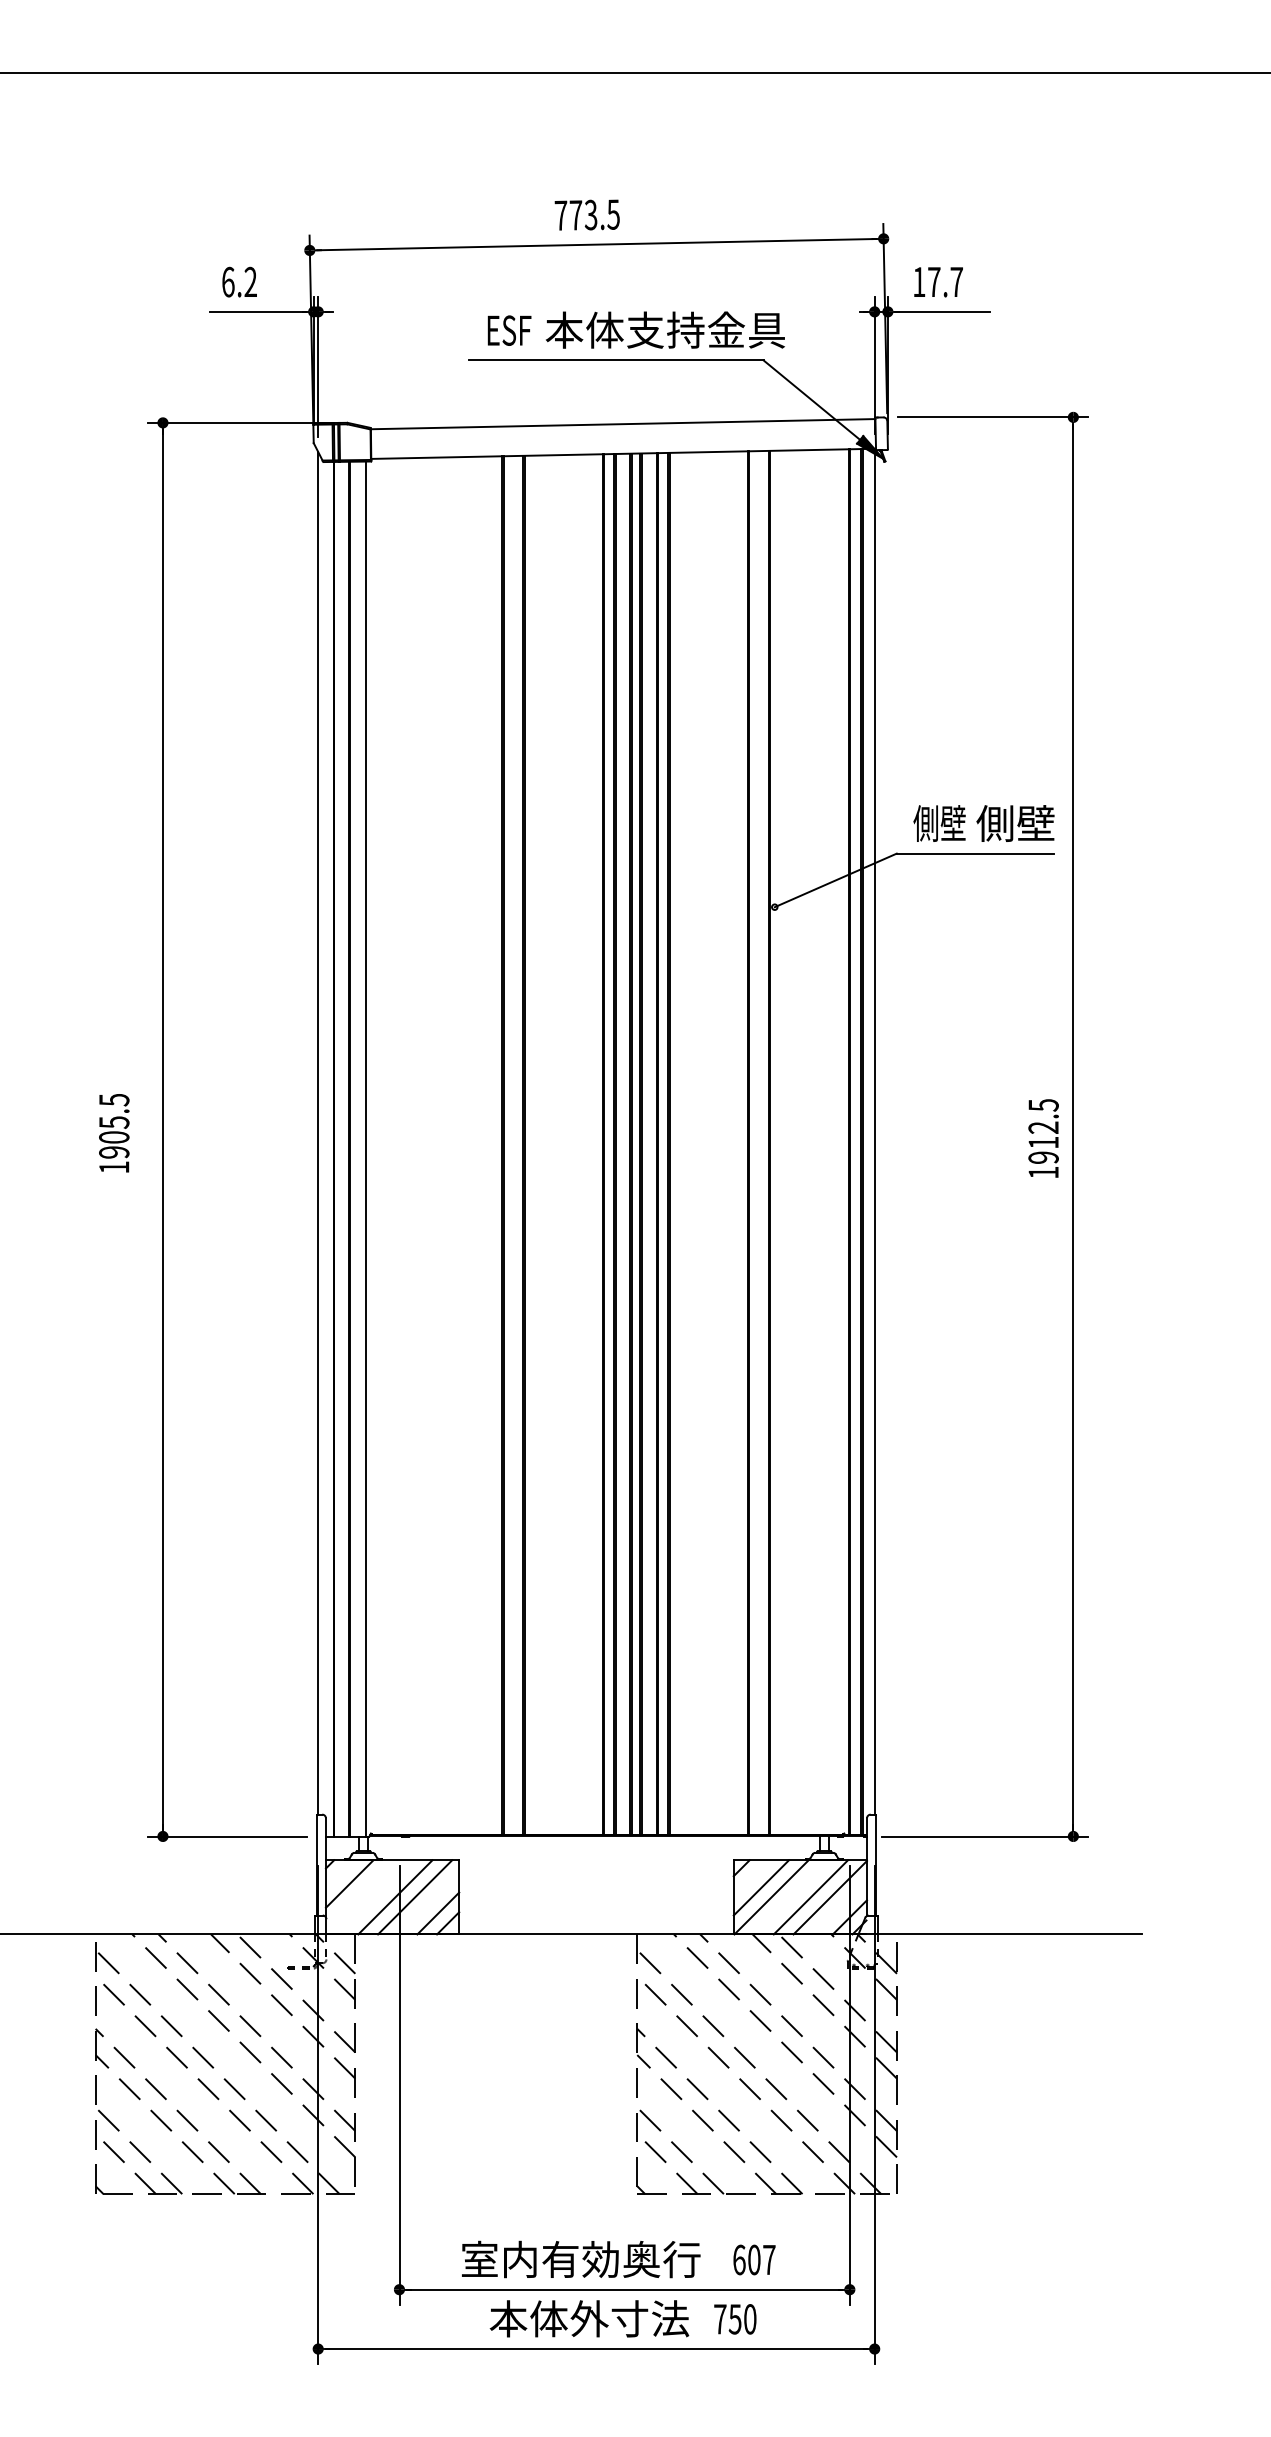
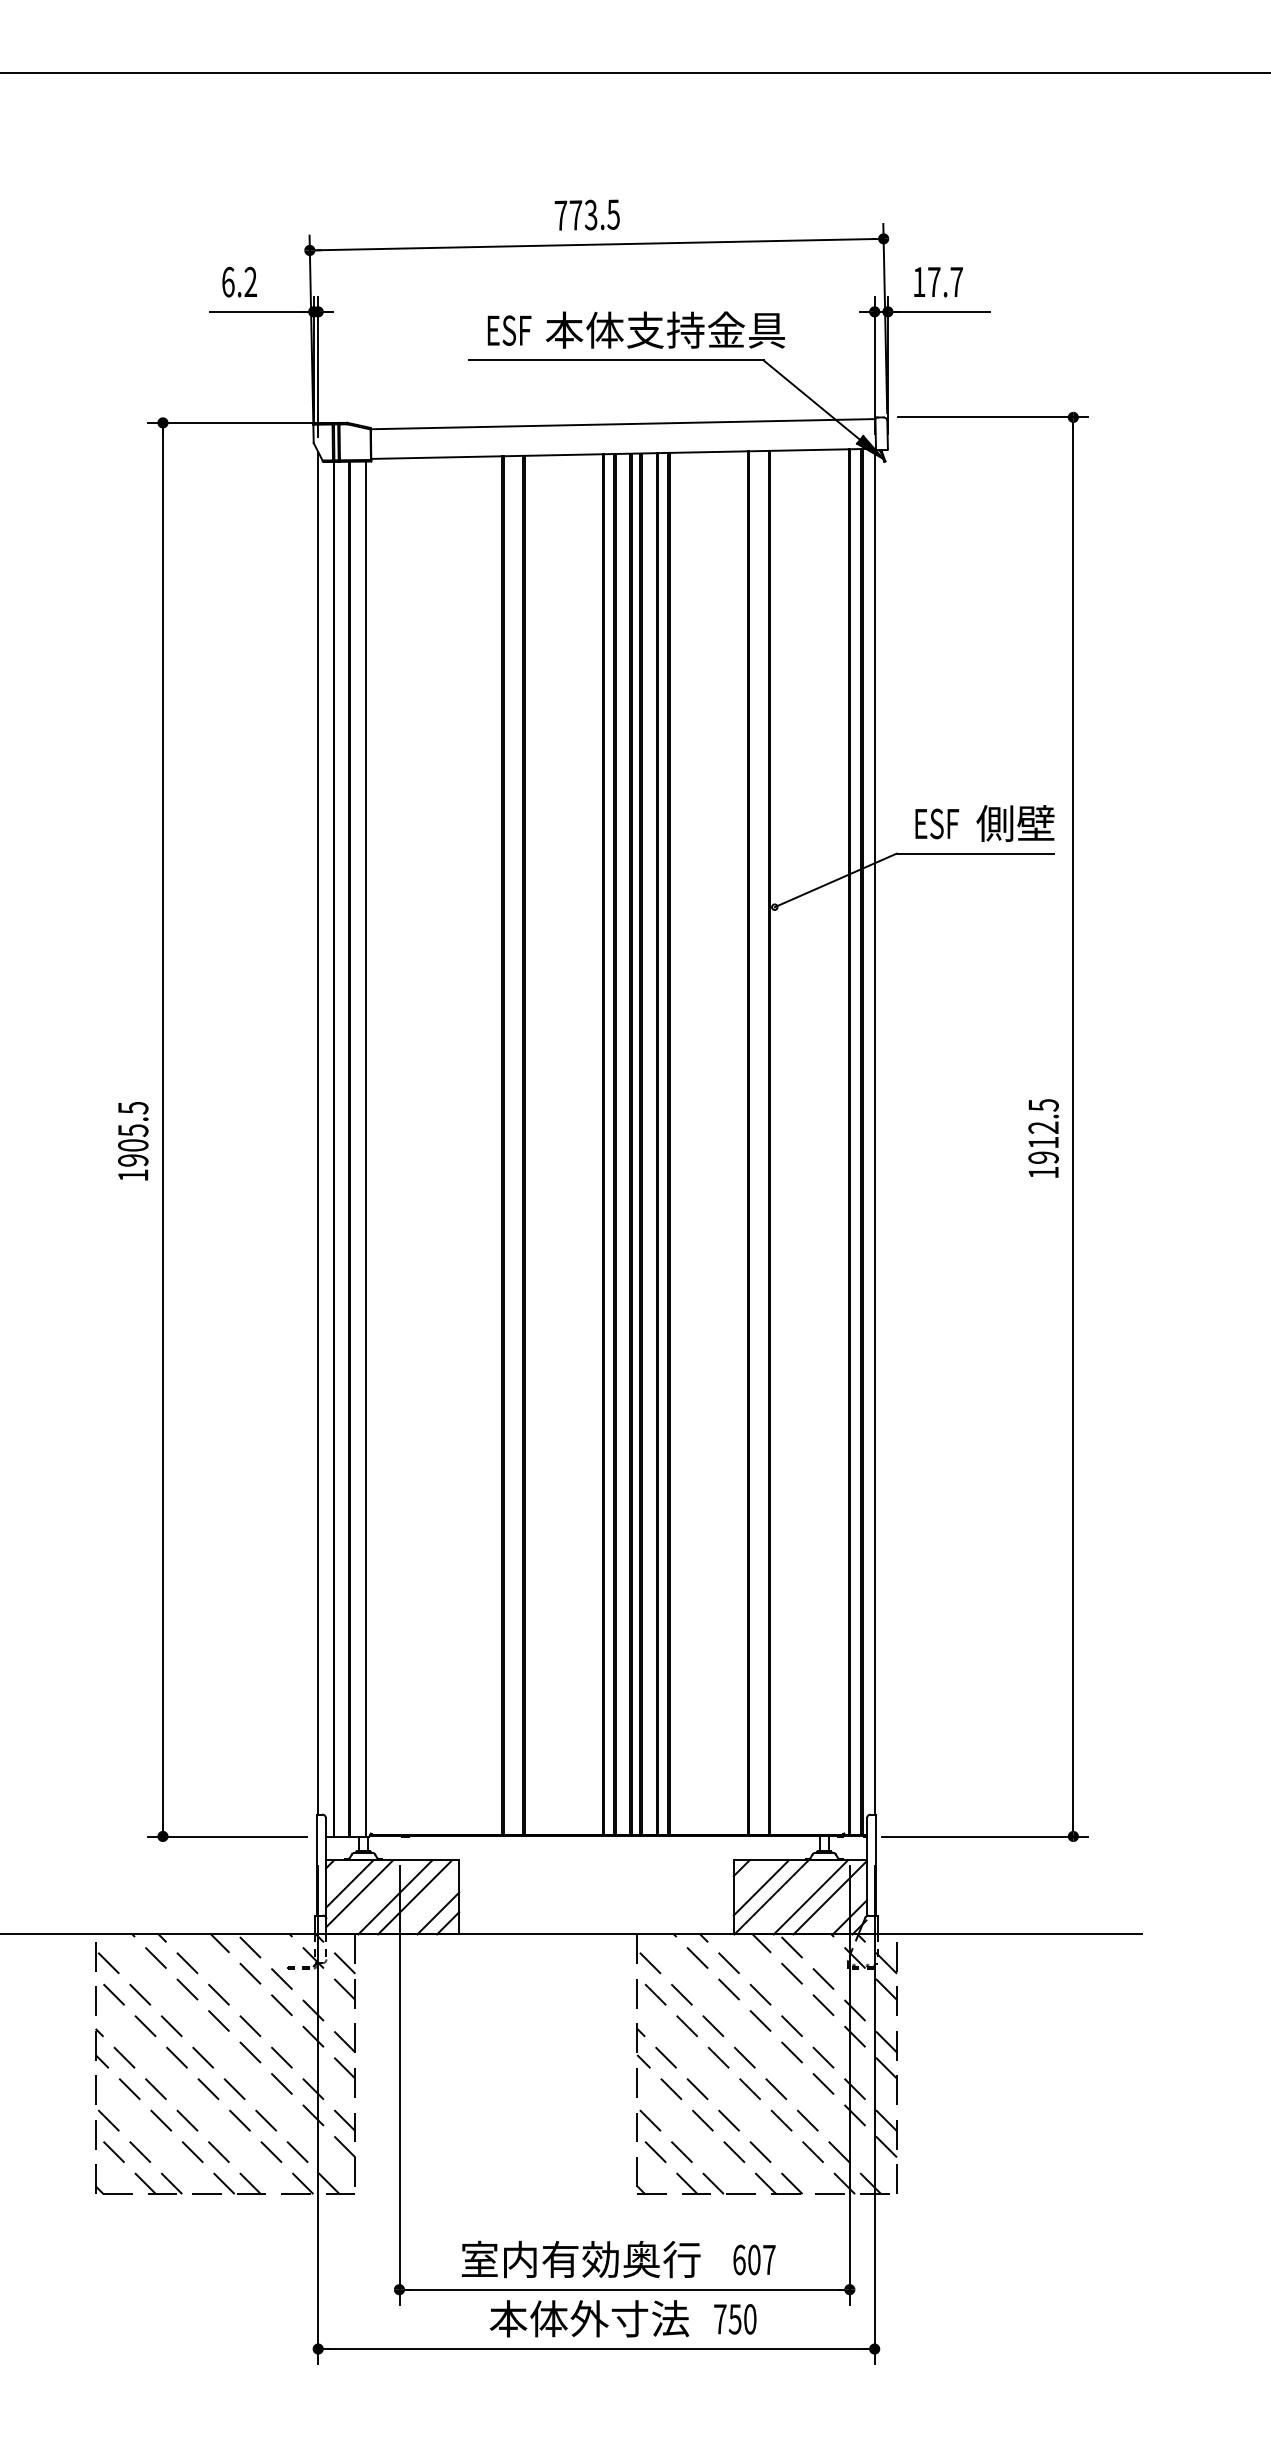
text at (939, 823): 側壁 -> ESF
text at (114, 1133) position: (114, 1133) -> (133, 1141)
line at (359, 1893): none -> present
